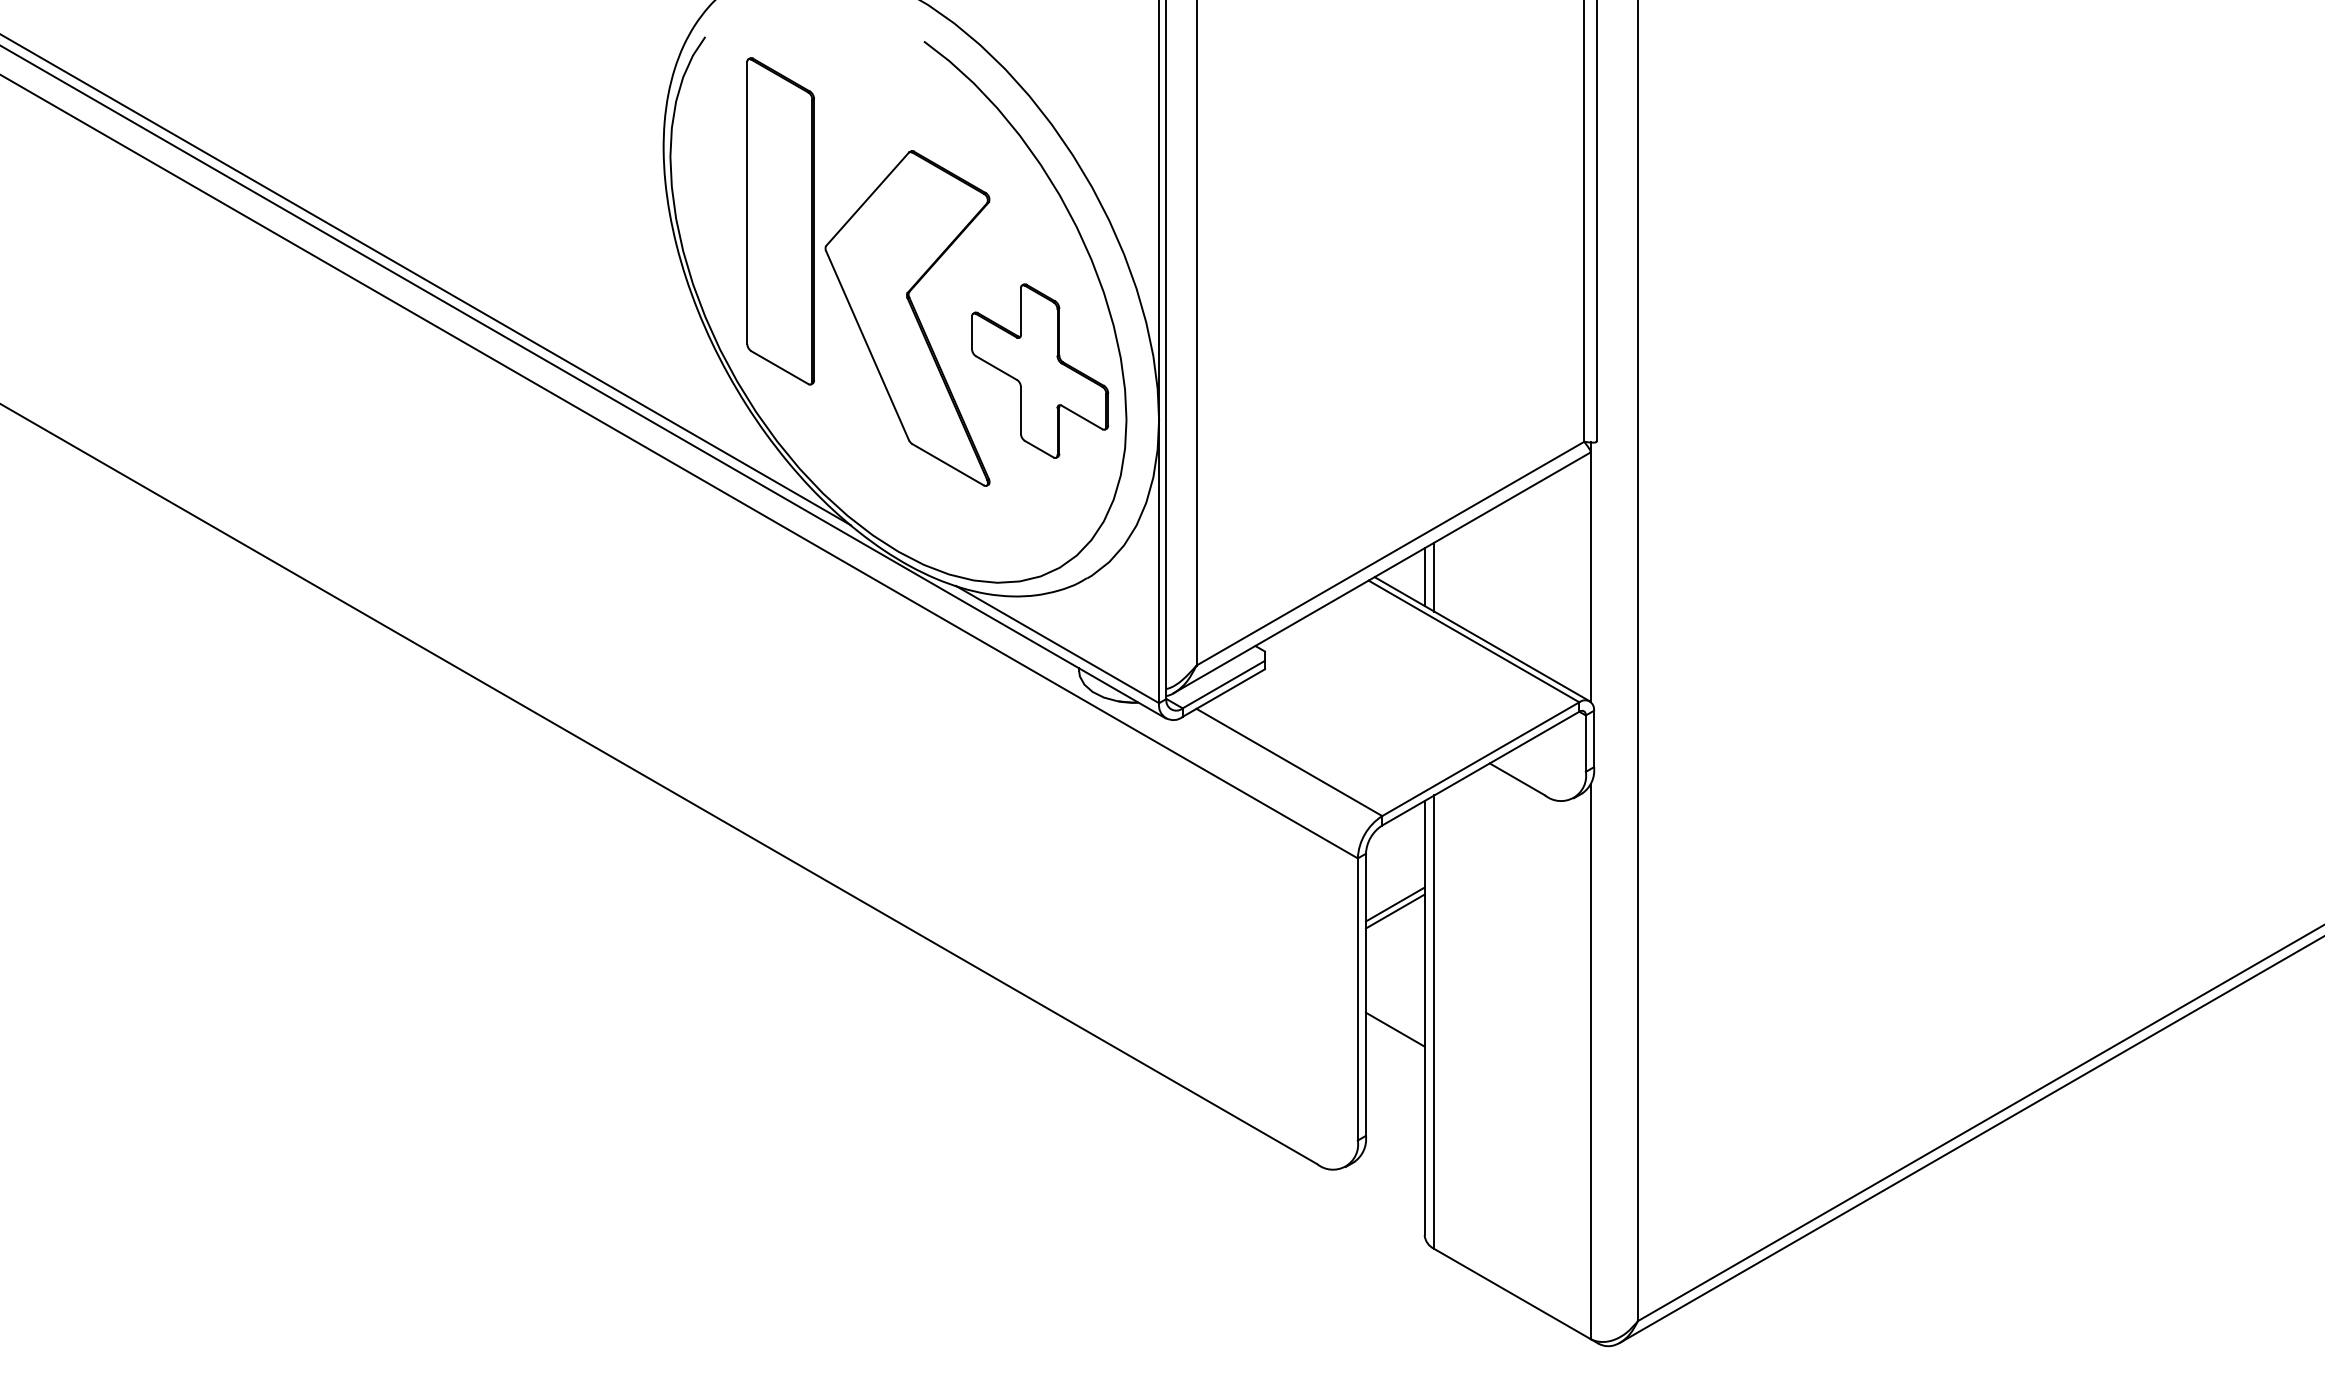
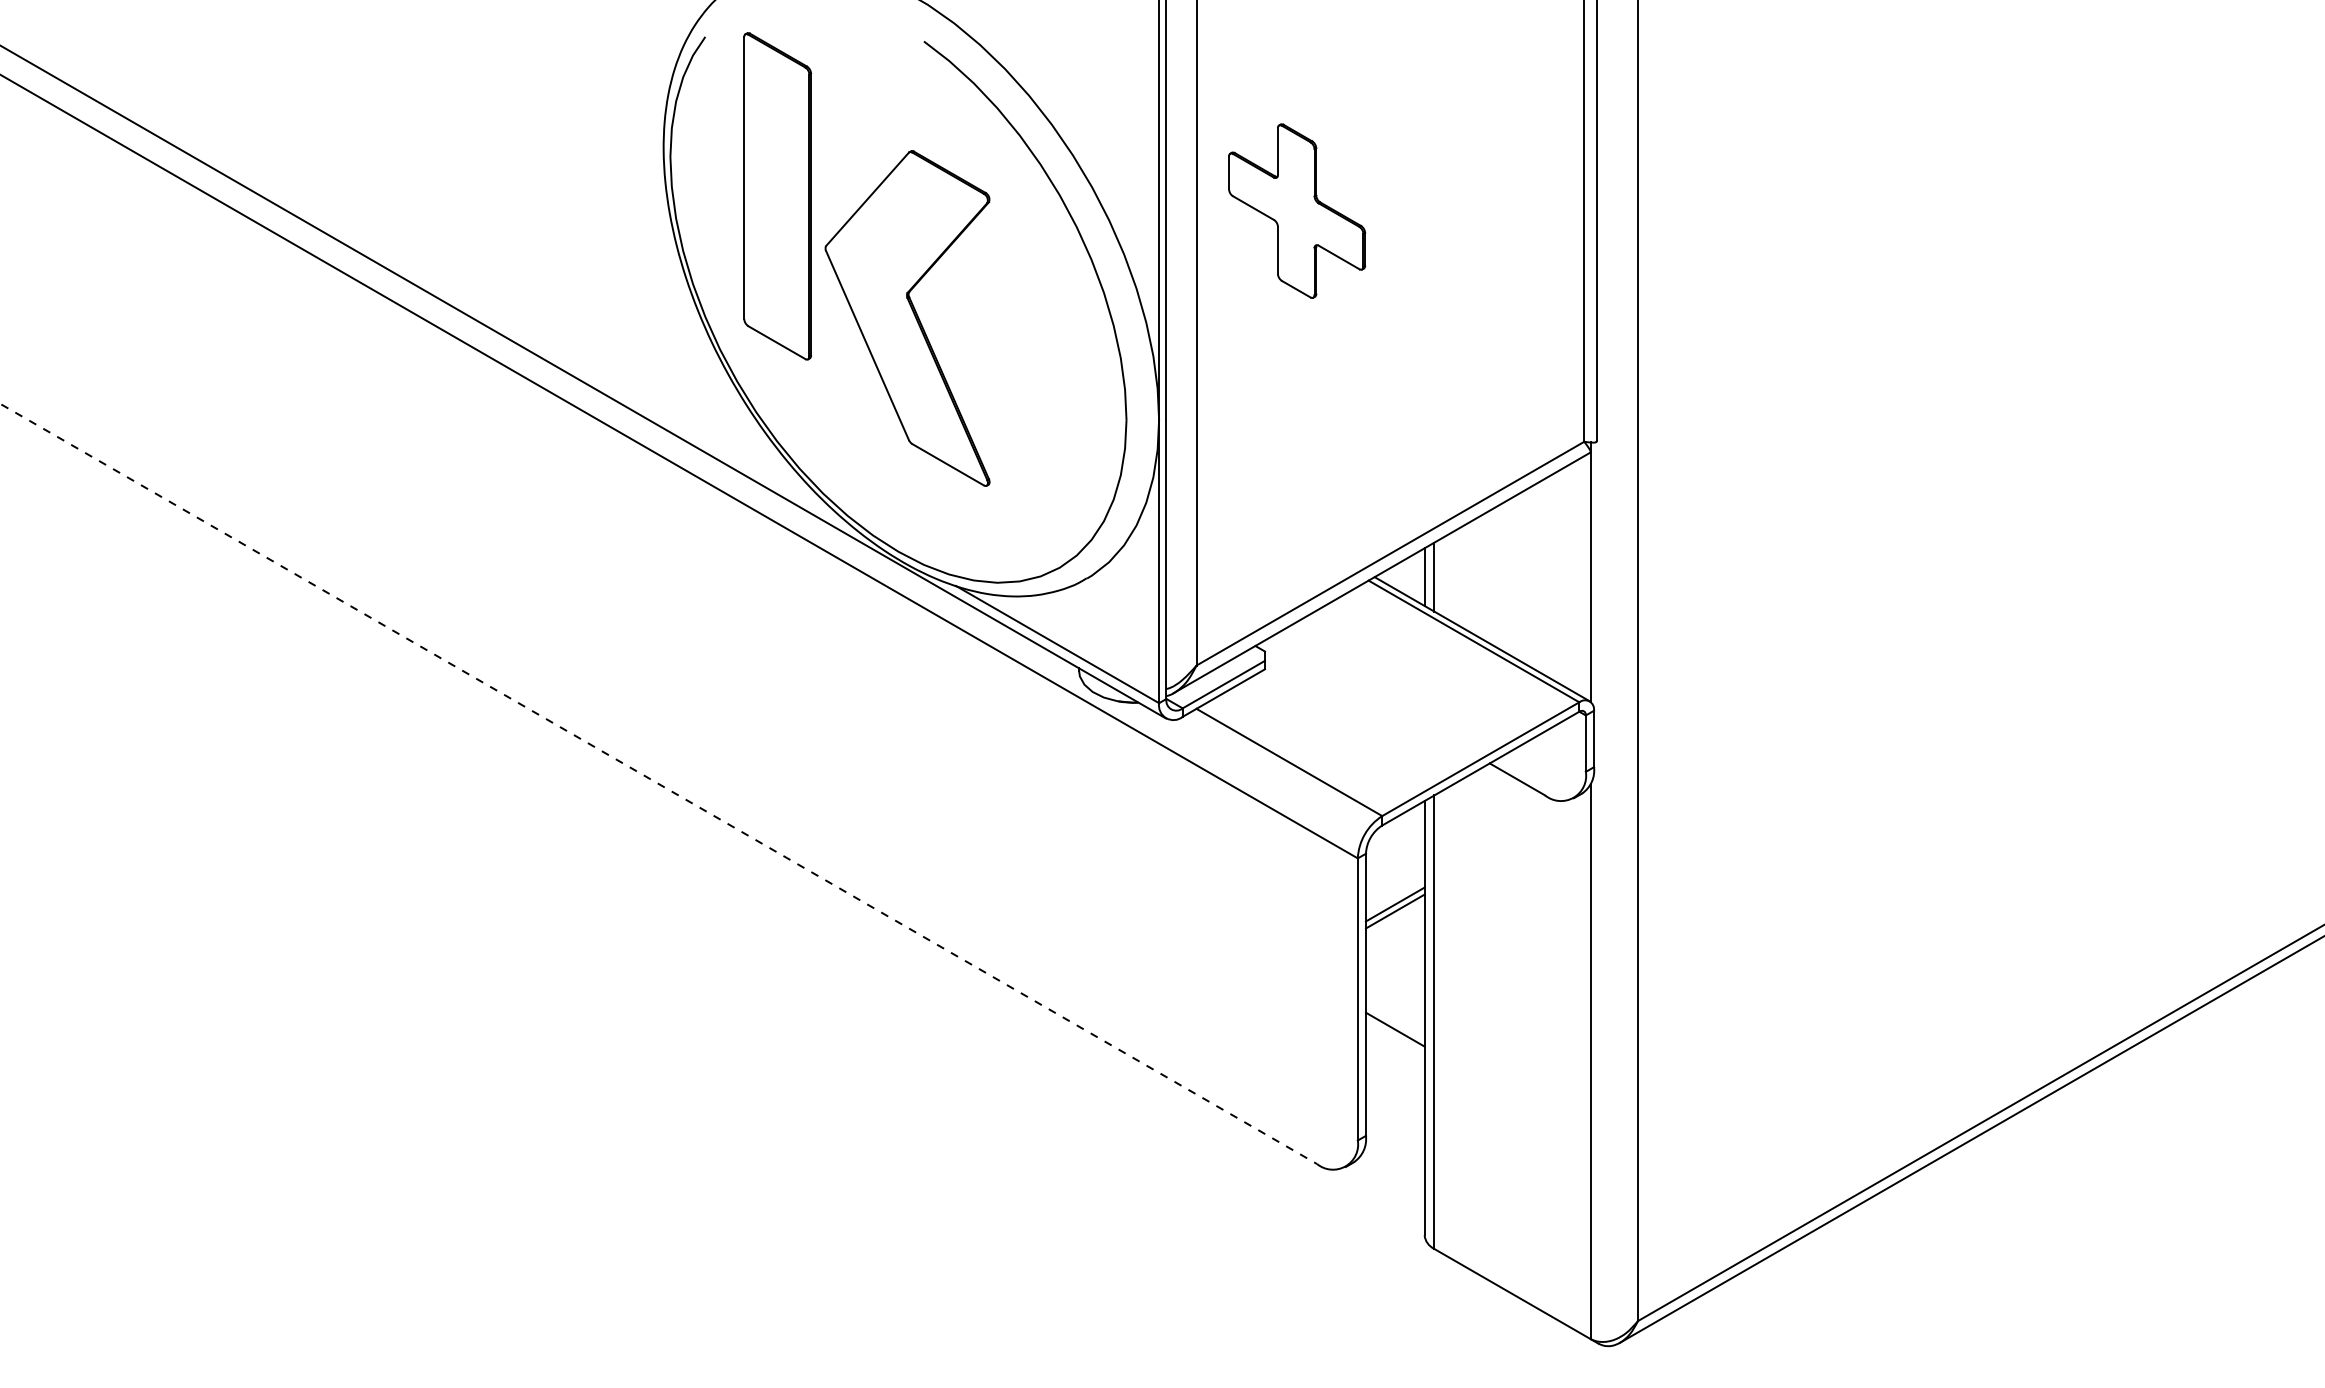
part at (780, 221) position: (780, 221) -> (777, 196)
line at (426, 280): present -> none
part at (1040, 370) position: (1040, 370) -> (1297, 210)
line at (659, 784): solid -> dashed
